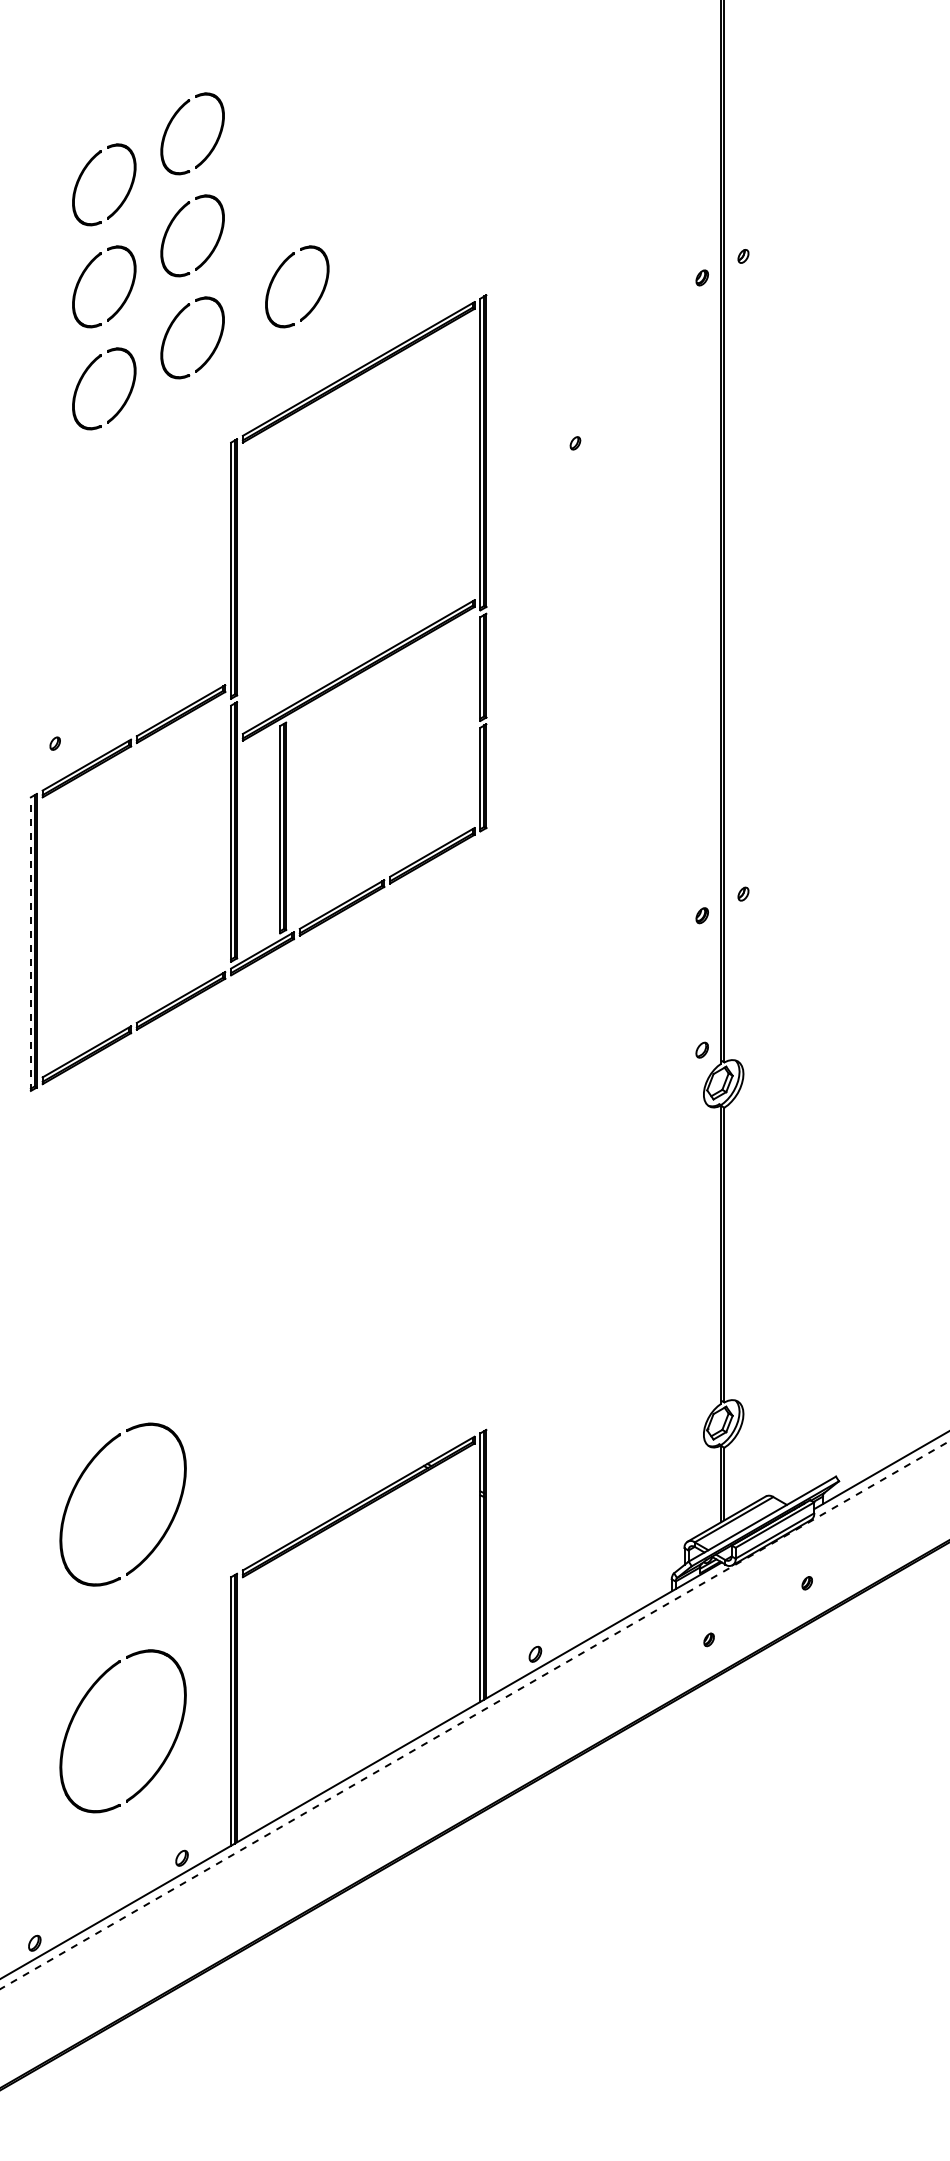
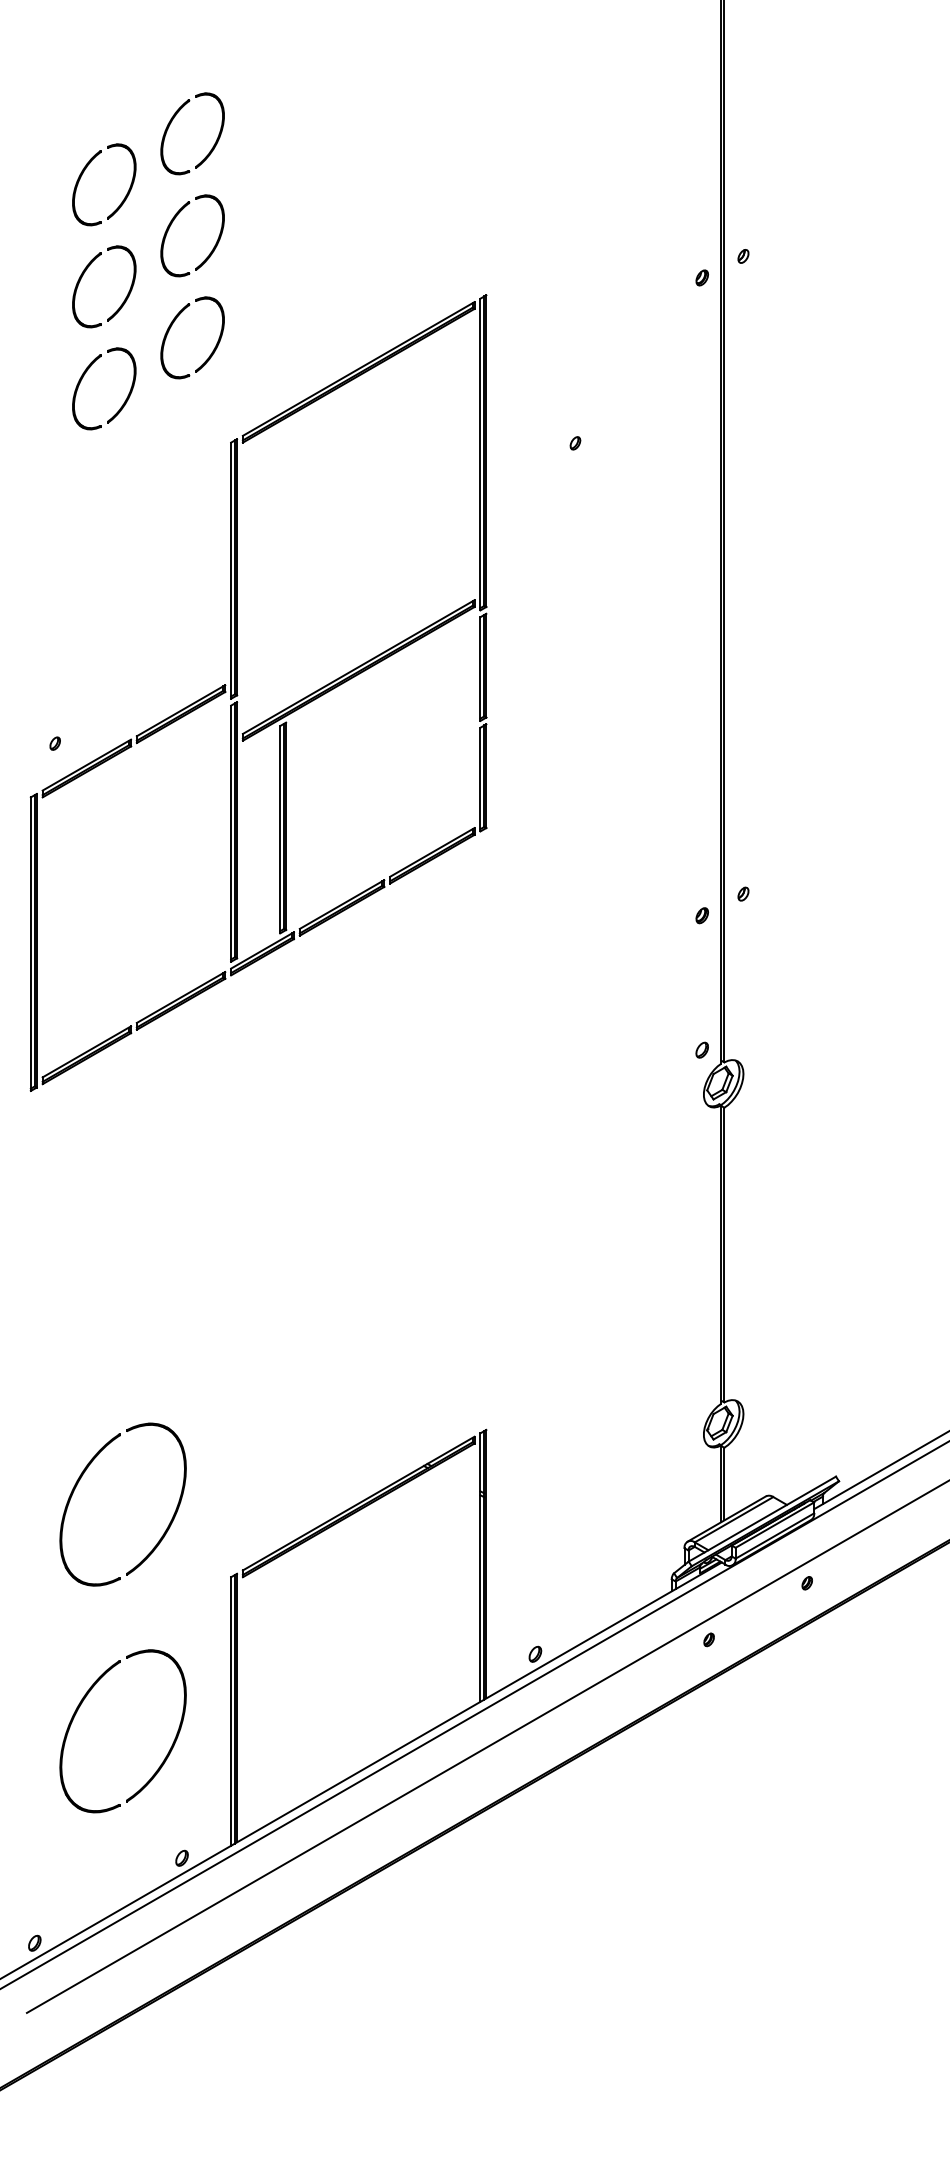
part at (278, 272): present -> none
line at (30, 944): dashed -> solid
line at (474, 1715): dashed -> solid
line at (486, 1746): none -> present
